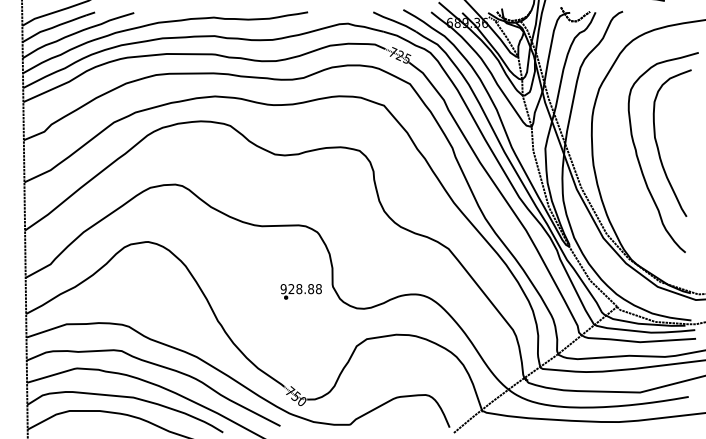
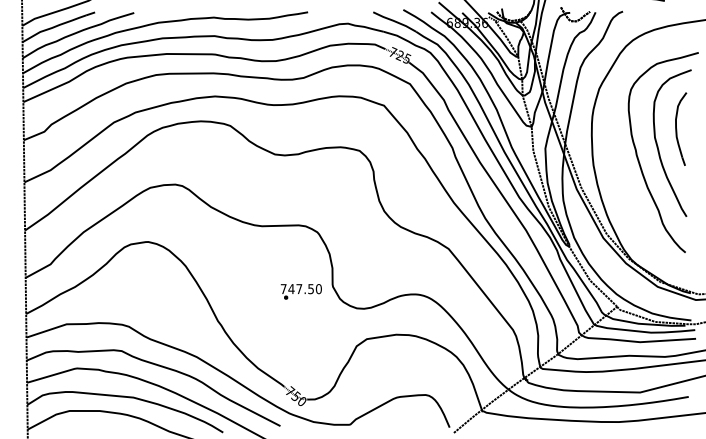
part at (681, 128): none -> present
text at (300, 289): 928.88 -> 747.50
